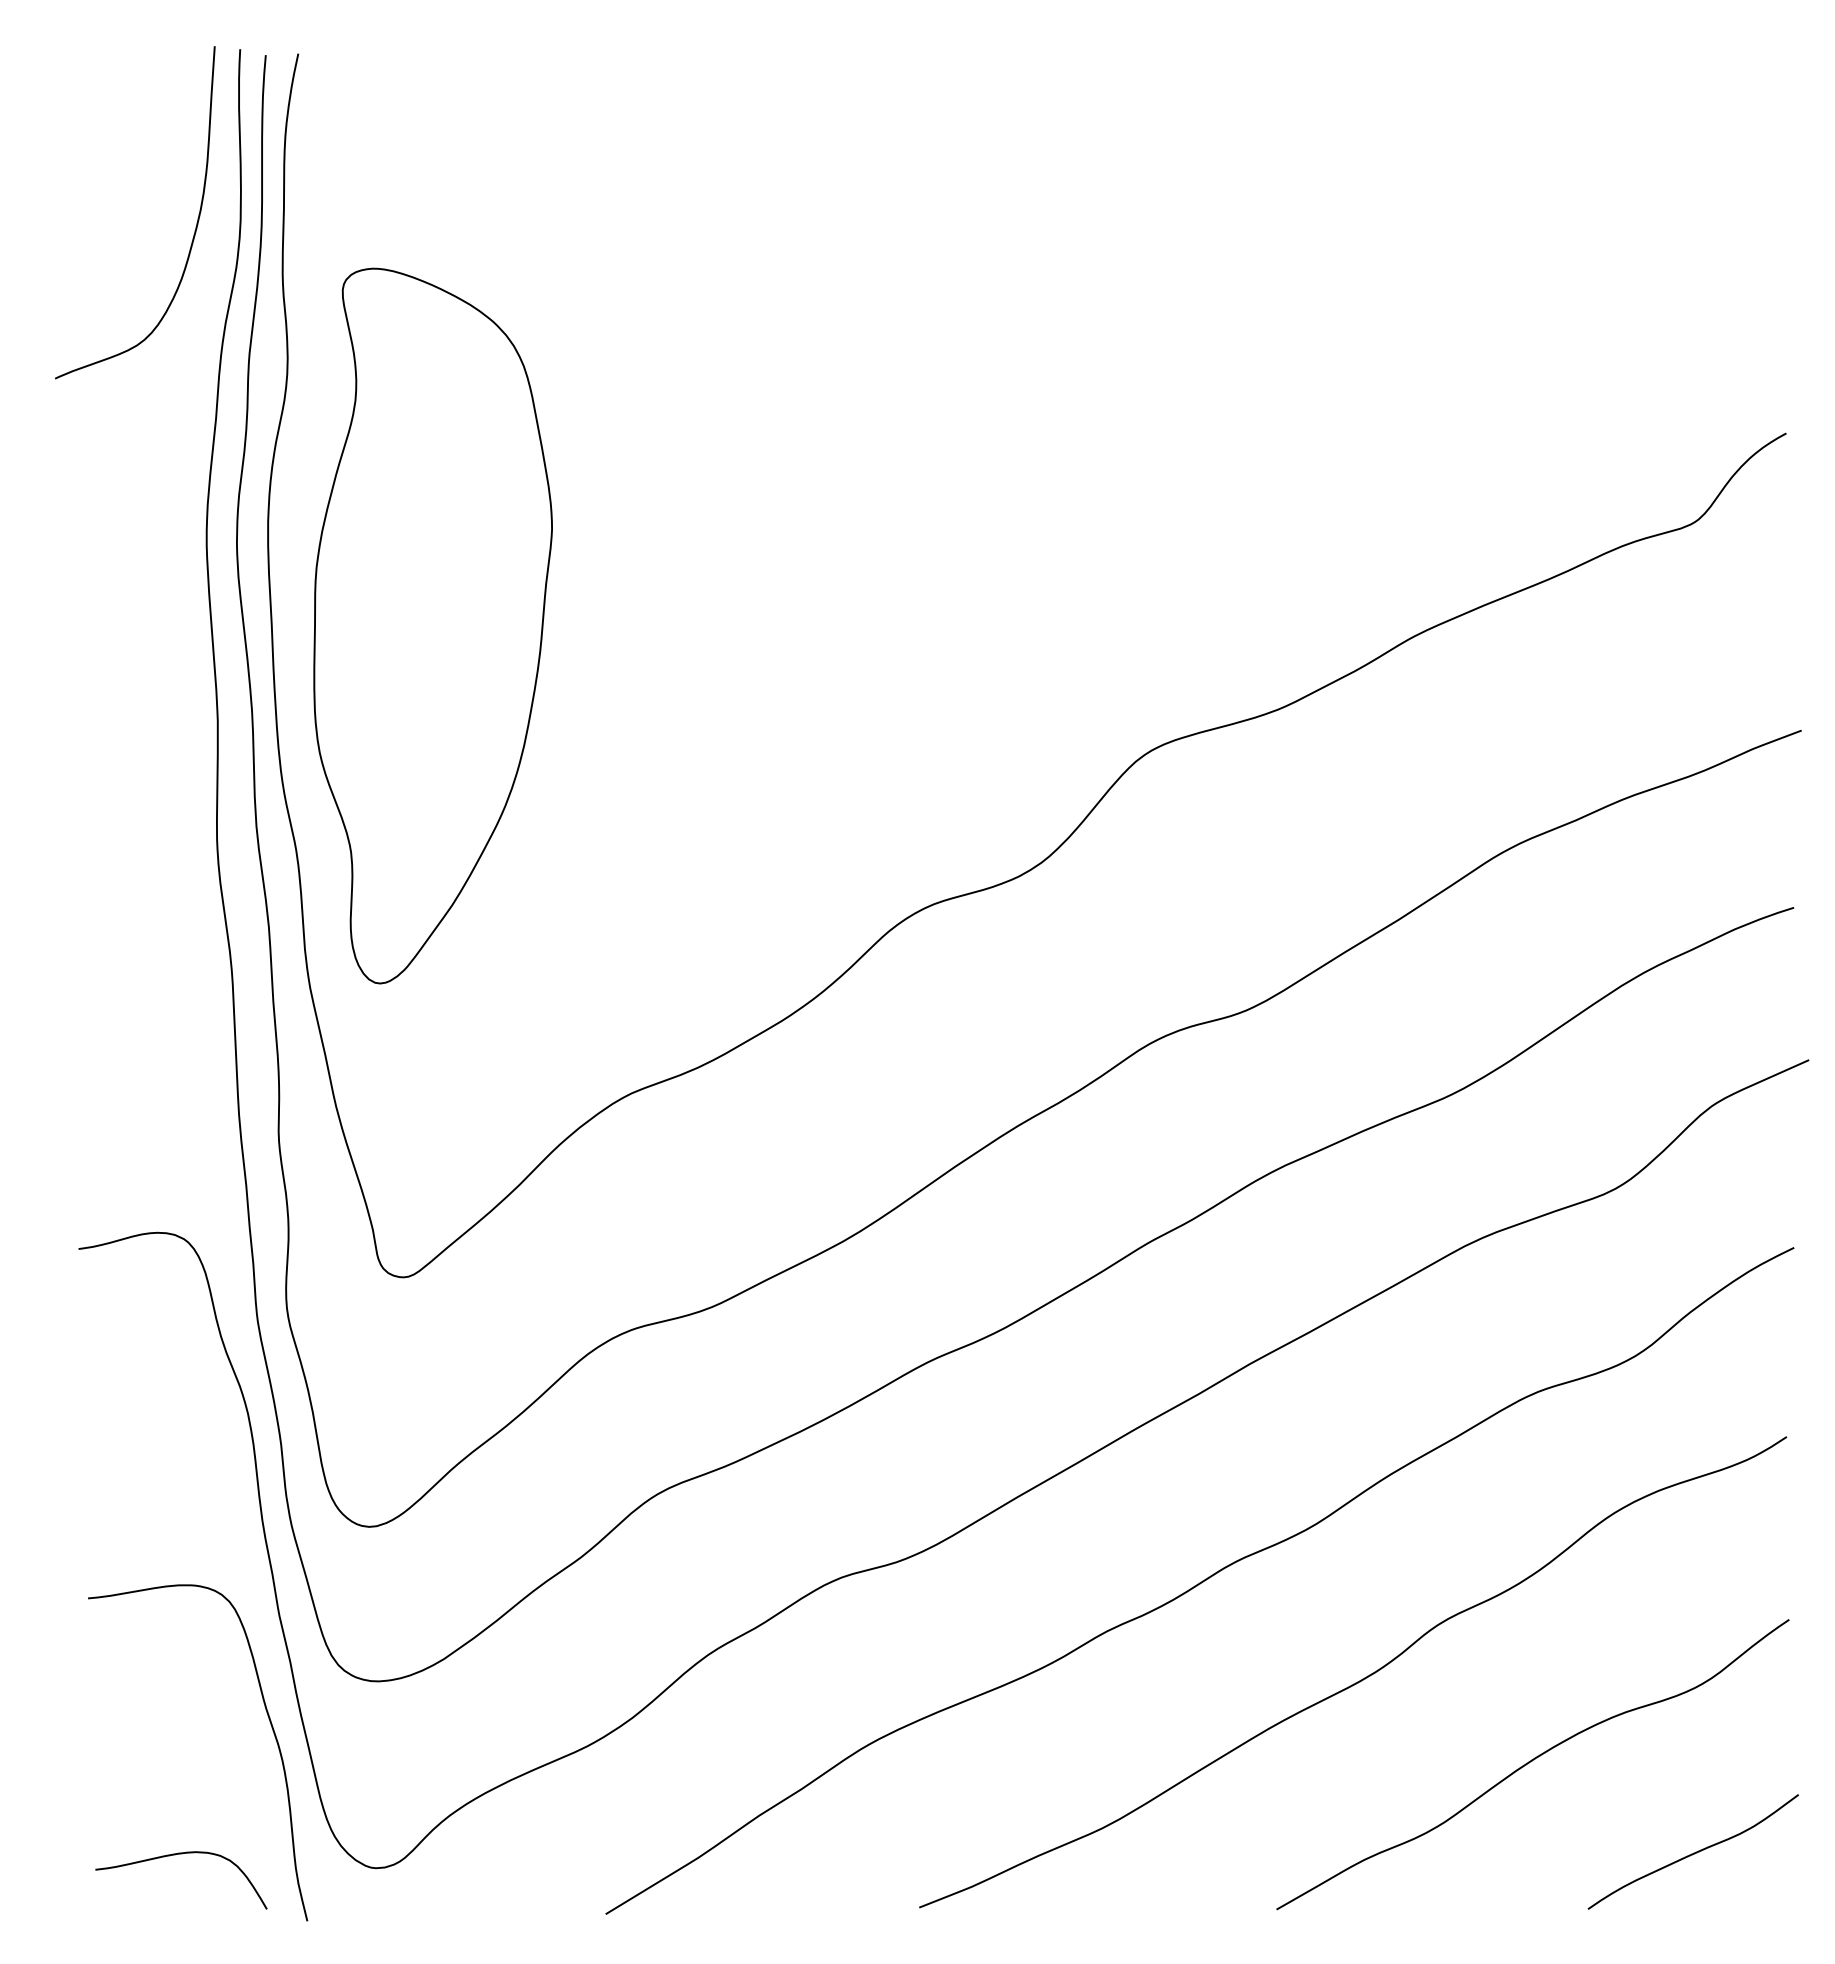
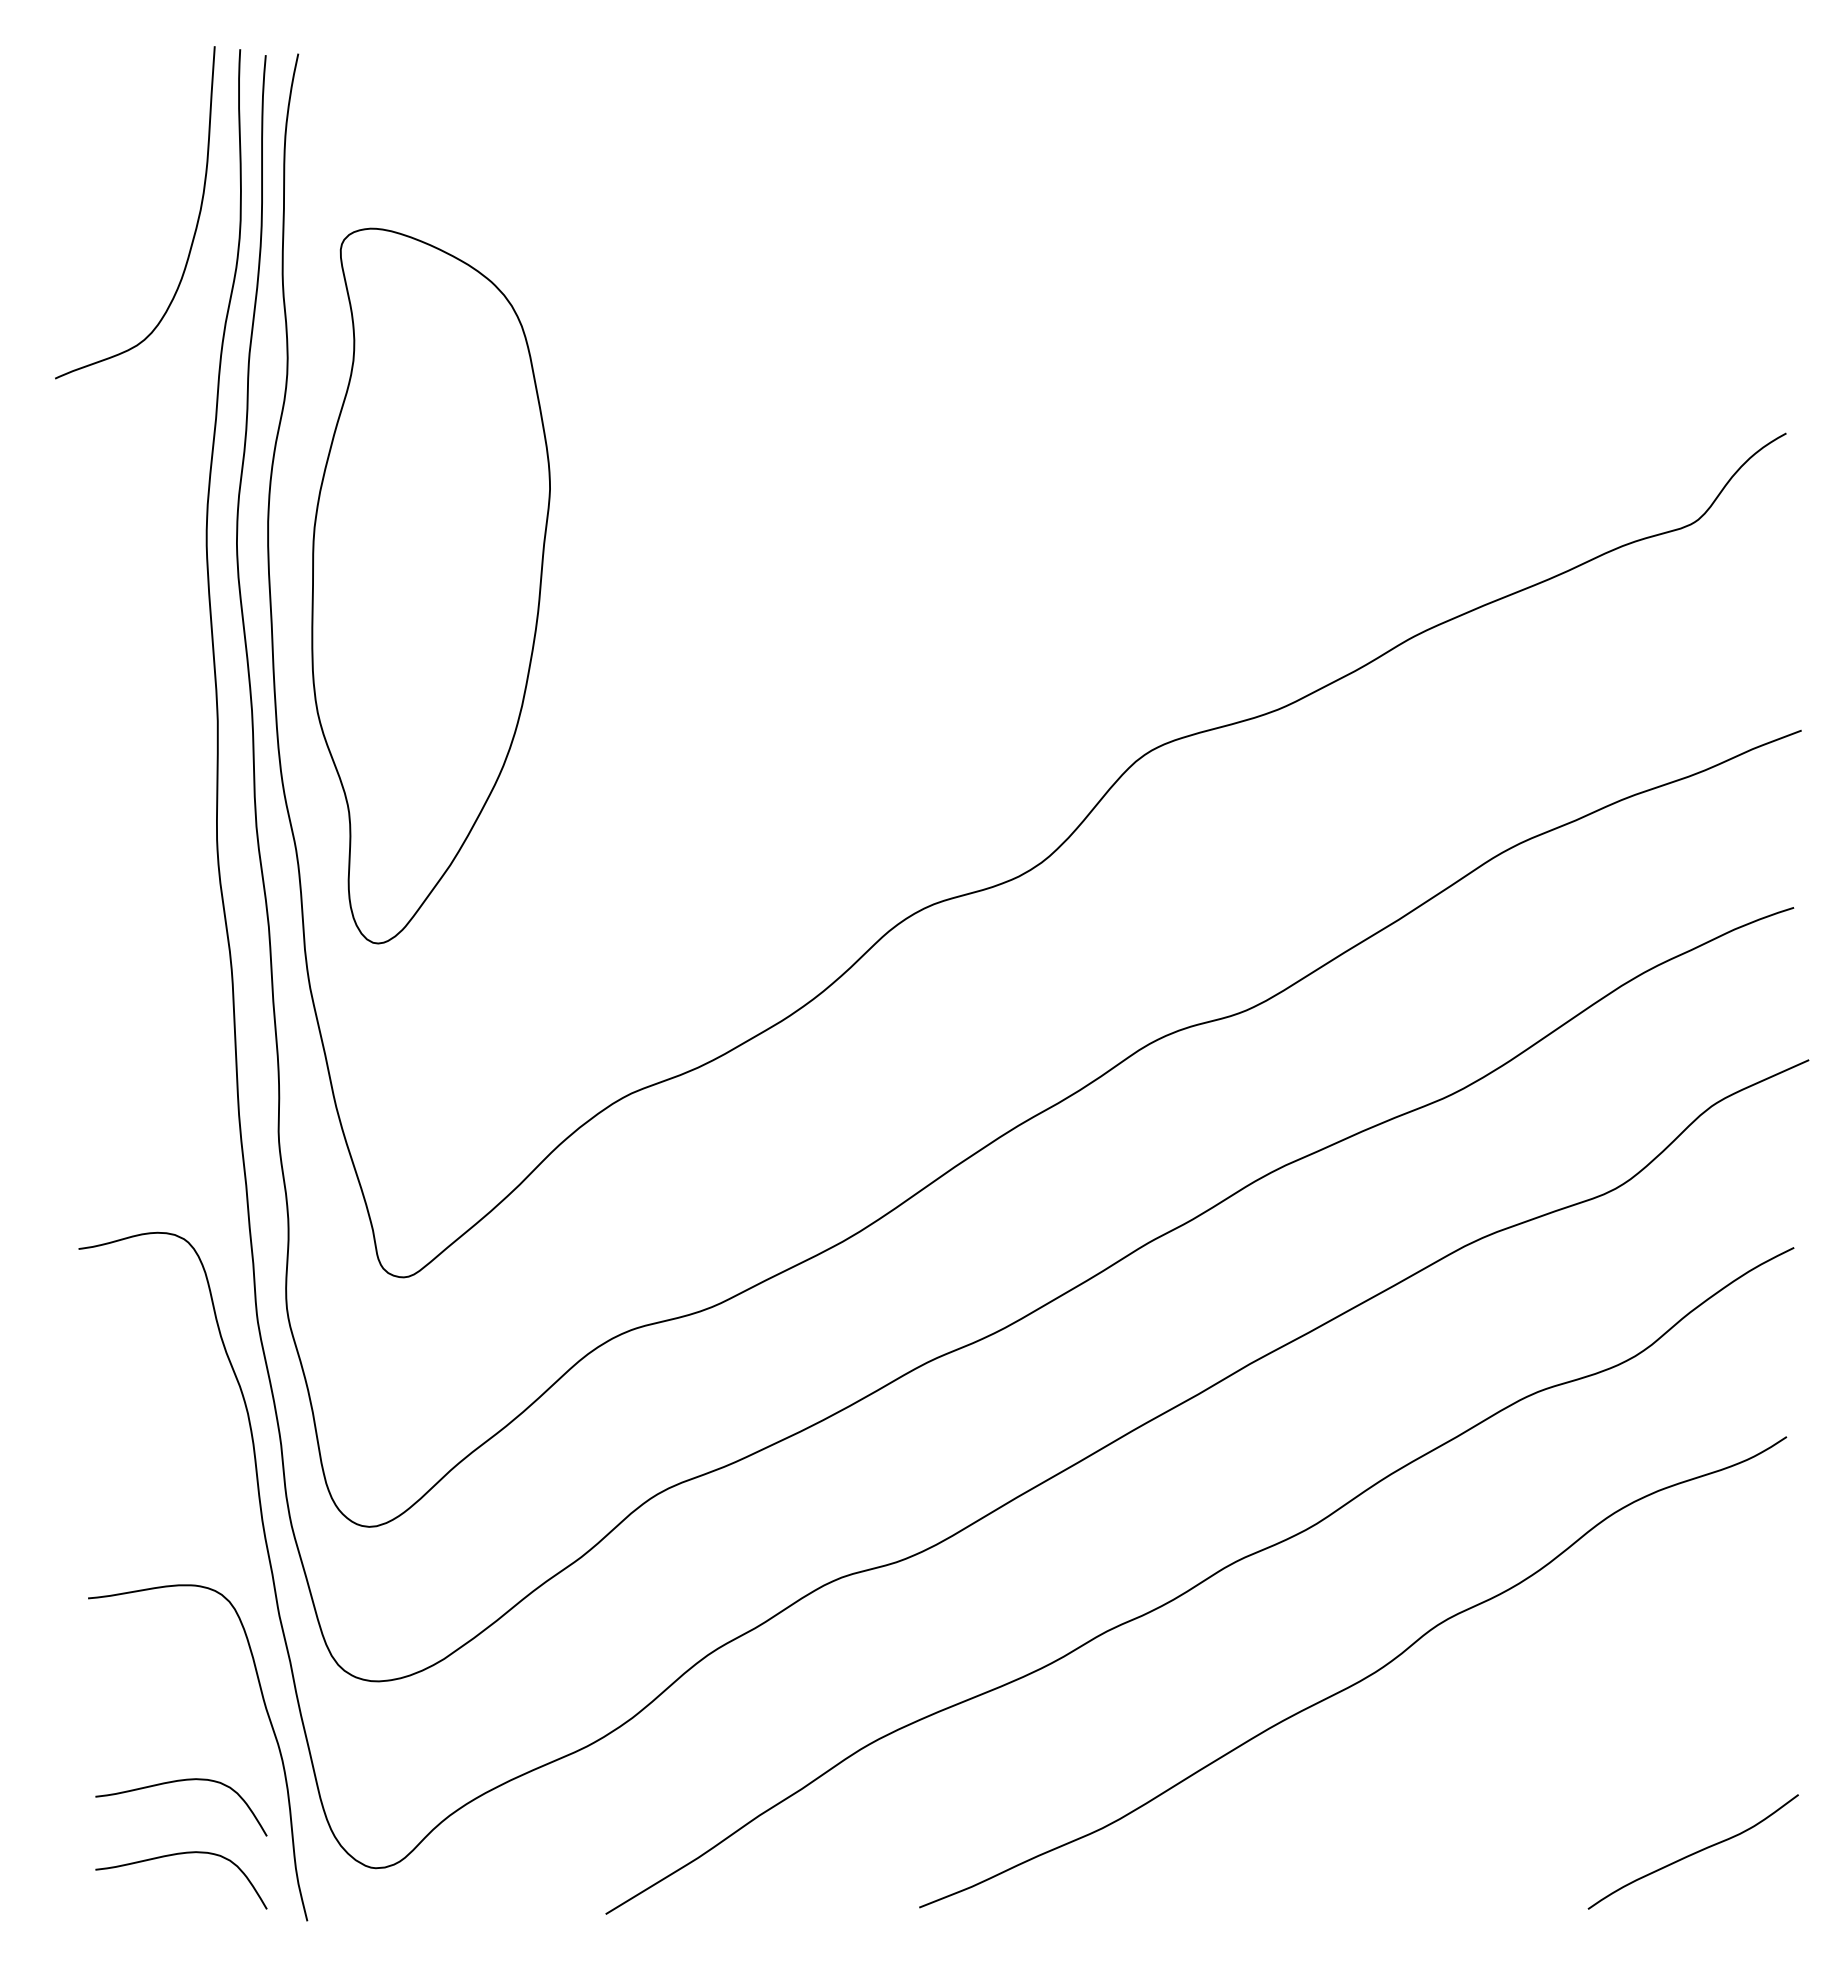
part at (432, 625) position: (432, 625) -> (430, 585)
curve at (1530, 1762): present -> none
curve at (175, 1782): none -> present
